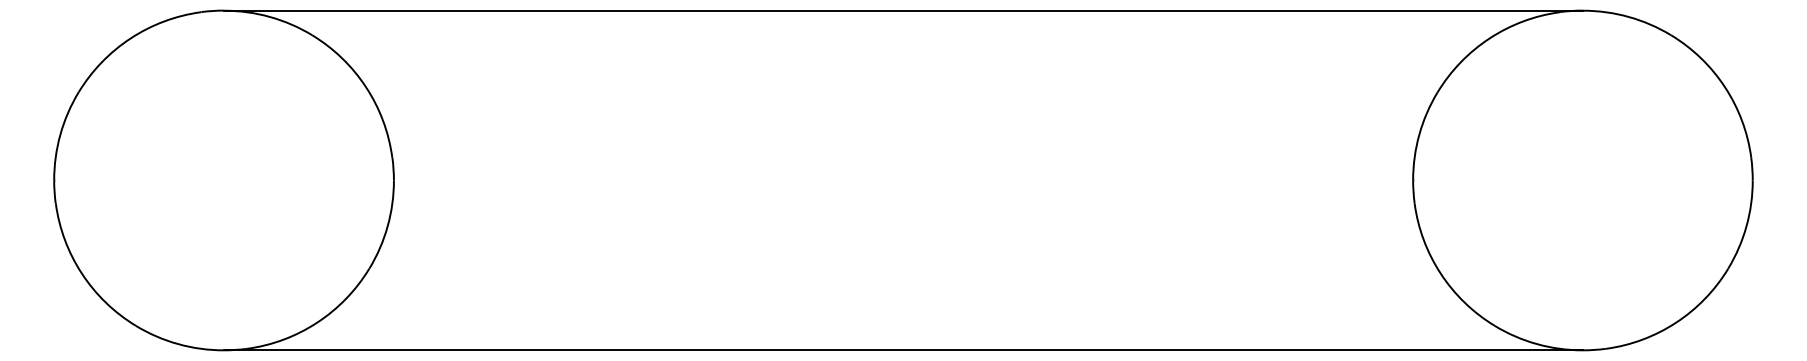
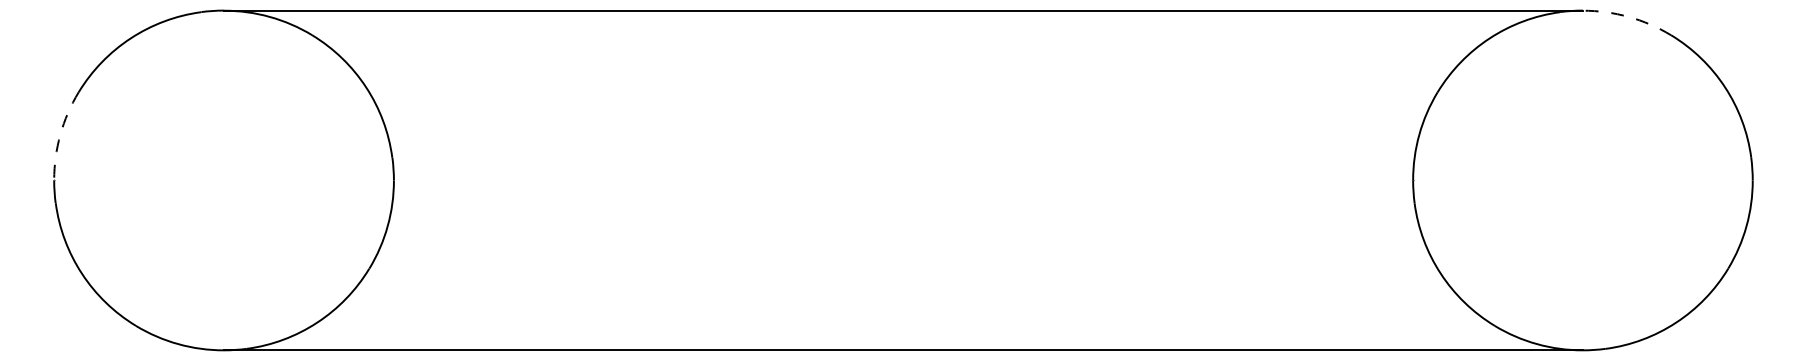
arc at (1628, 16): solid -> dashed
arc at (60, 134): solid -> dashed
